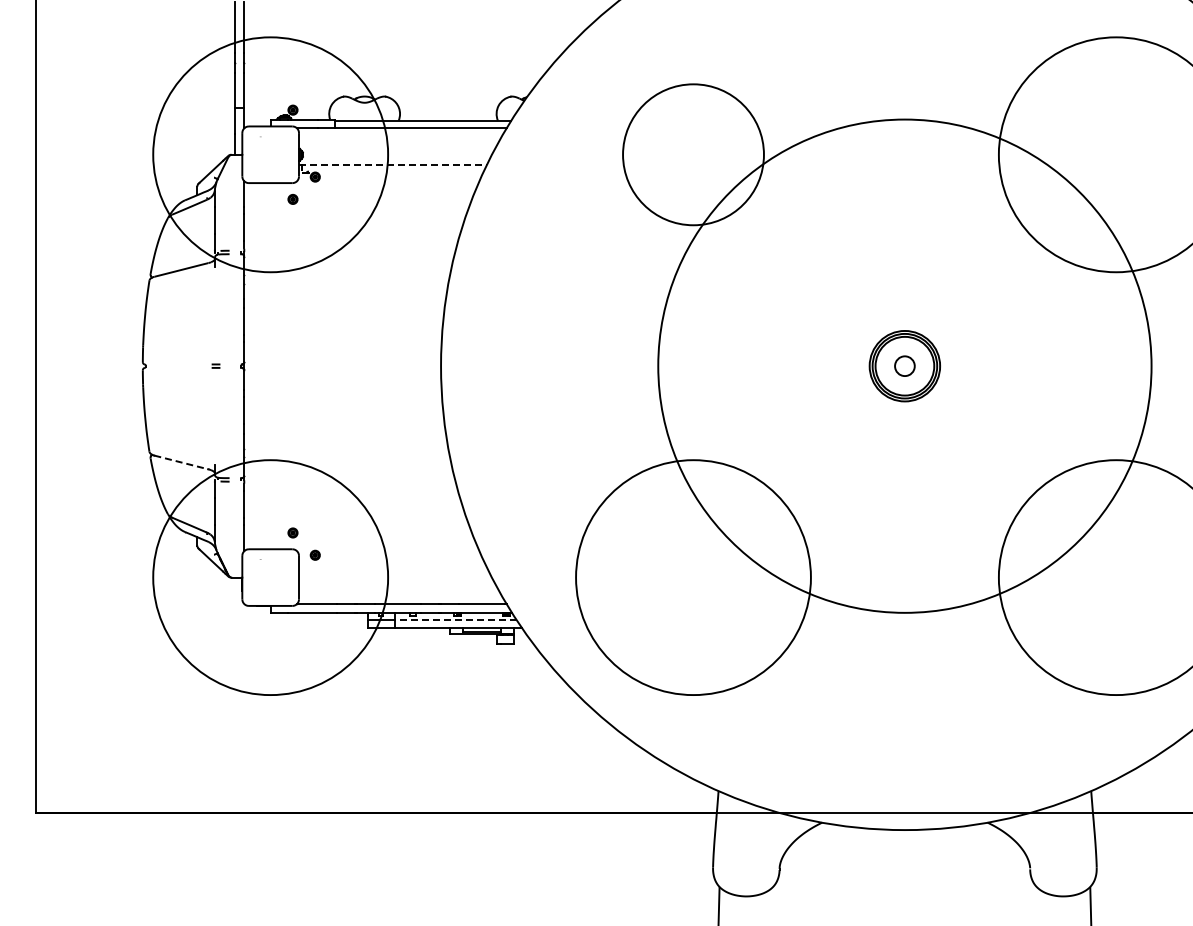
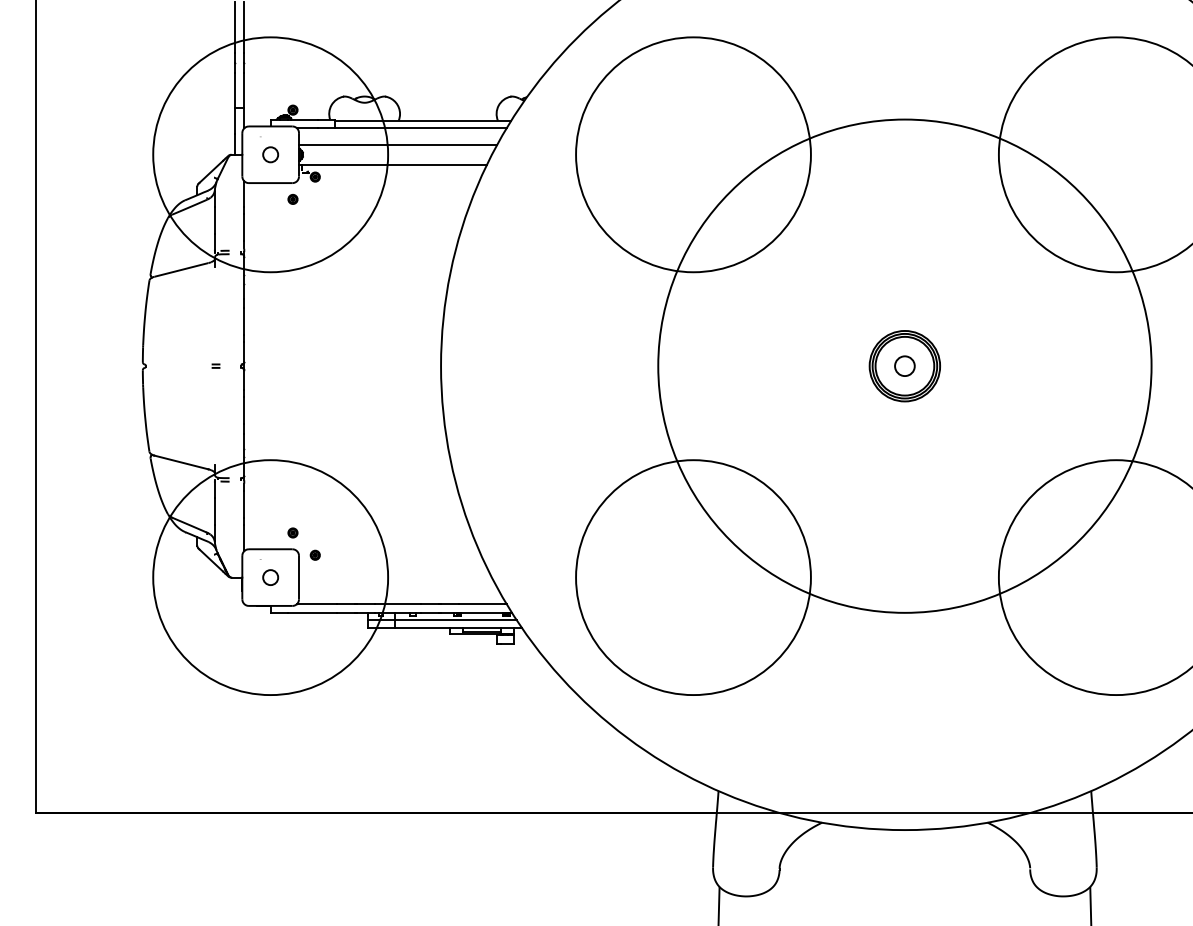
line at (397, 144): none -> present
circle at (270, 154): none -> present
circle at (693, 154) diameter: 141 px -> 235 px
line at (393, 164): dashed -> solid
line at (181, 462): dashed -> solid
circle at (270, 577): none -> present
line at (455, 620): dashed -> solid
